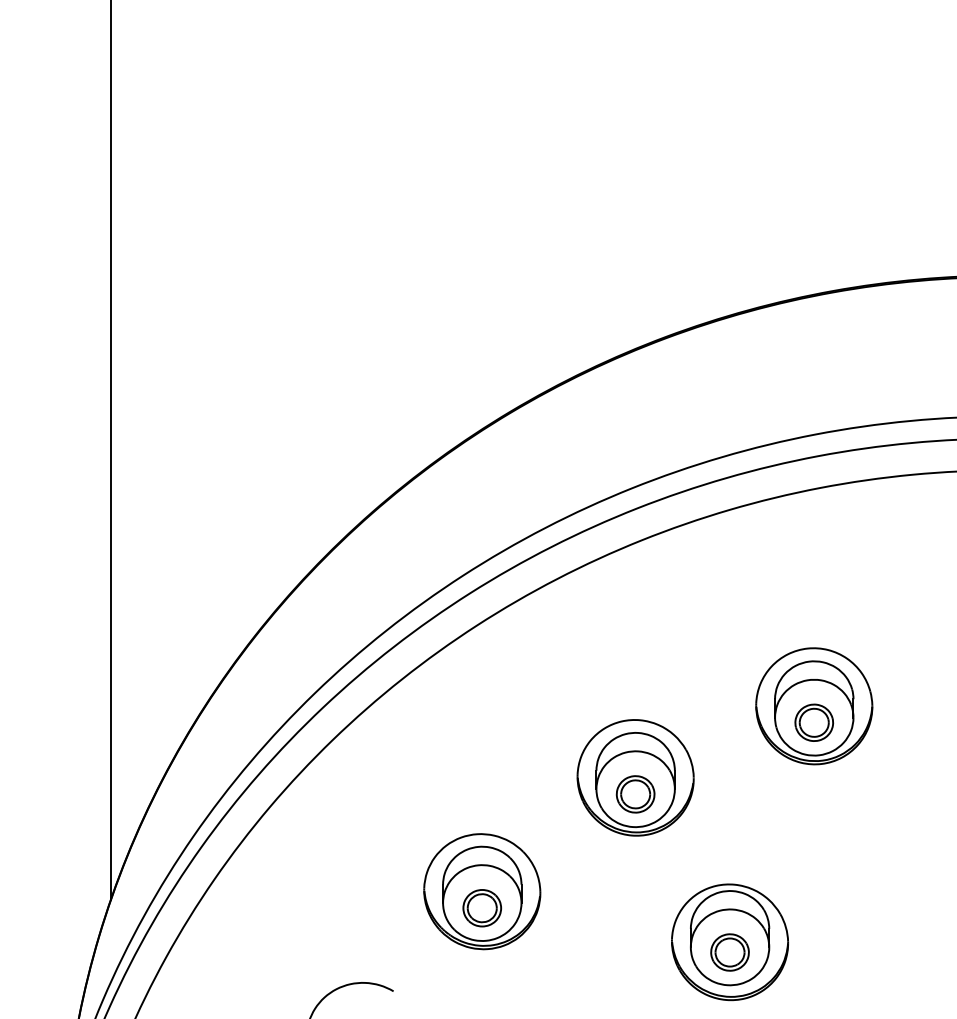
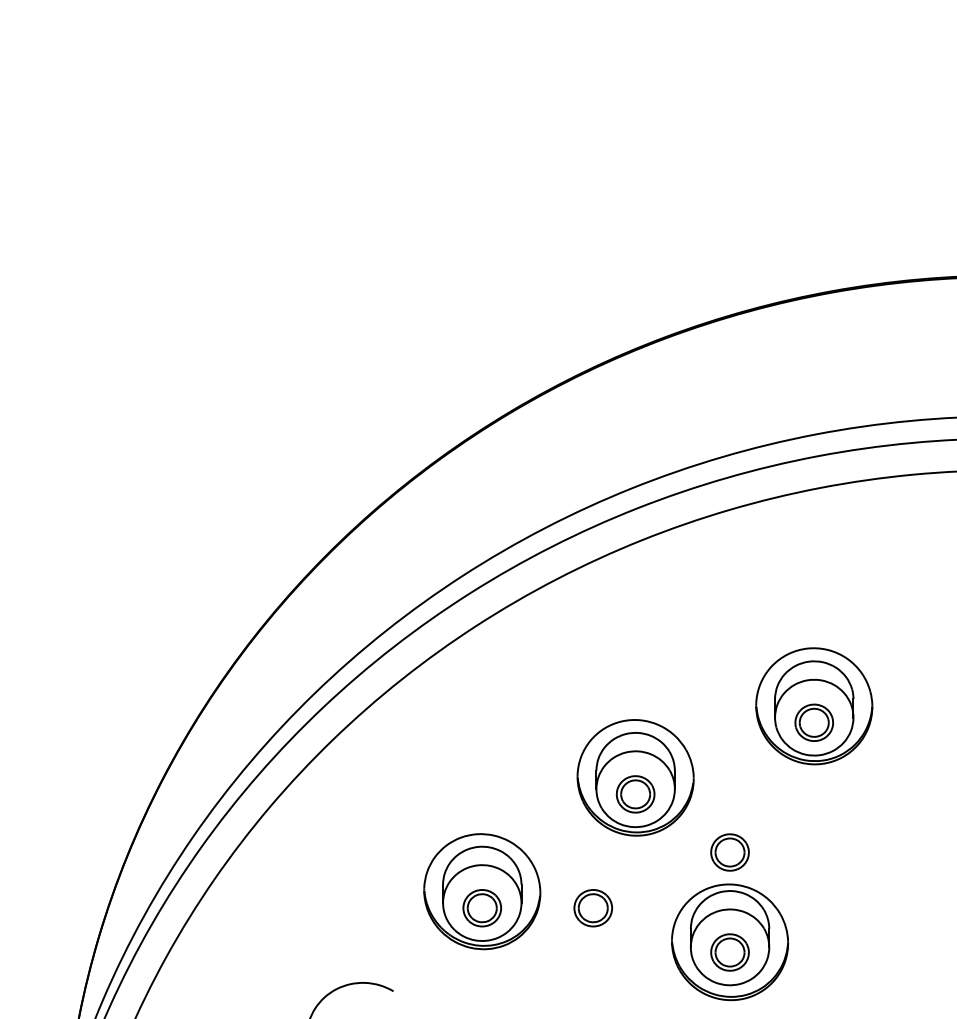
line at (110, 451): present -> none
part at (729, 852): none -> present
part at (593, 908): none -> present
